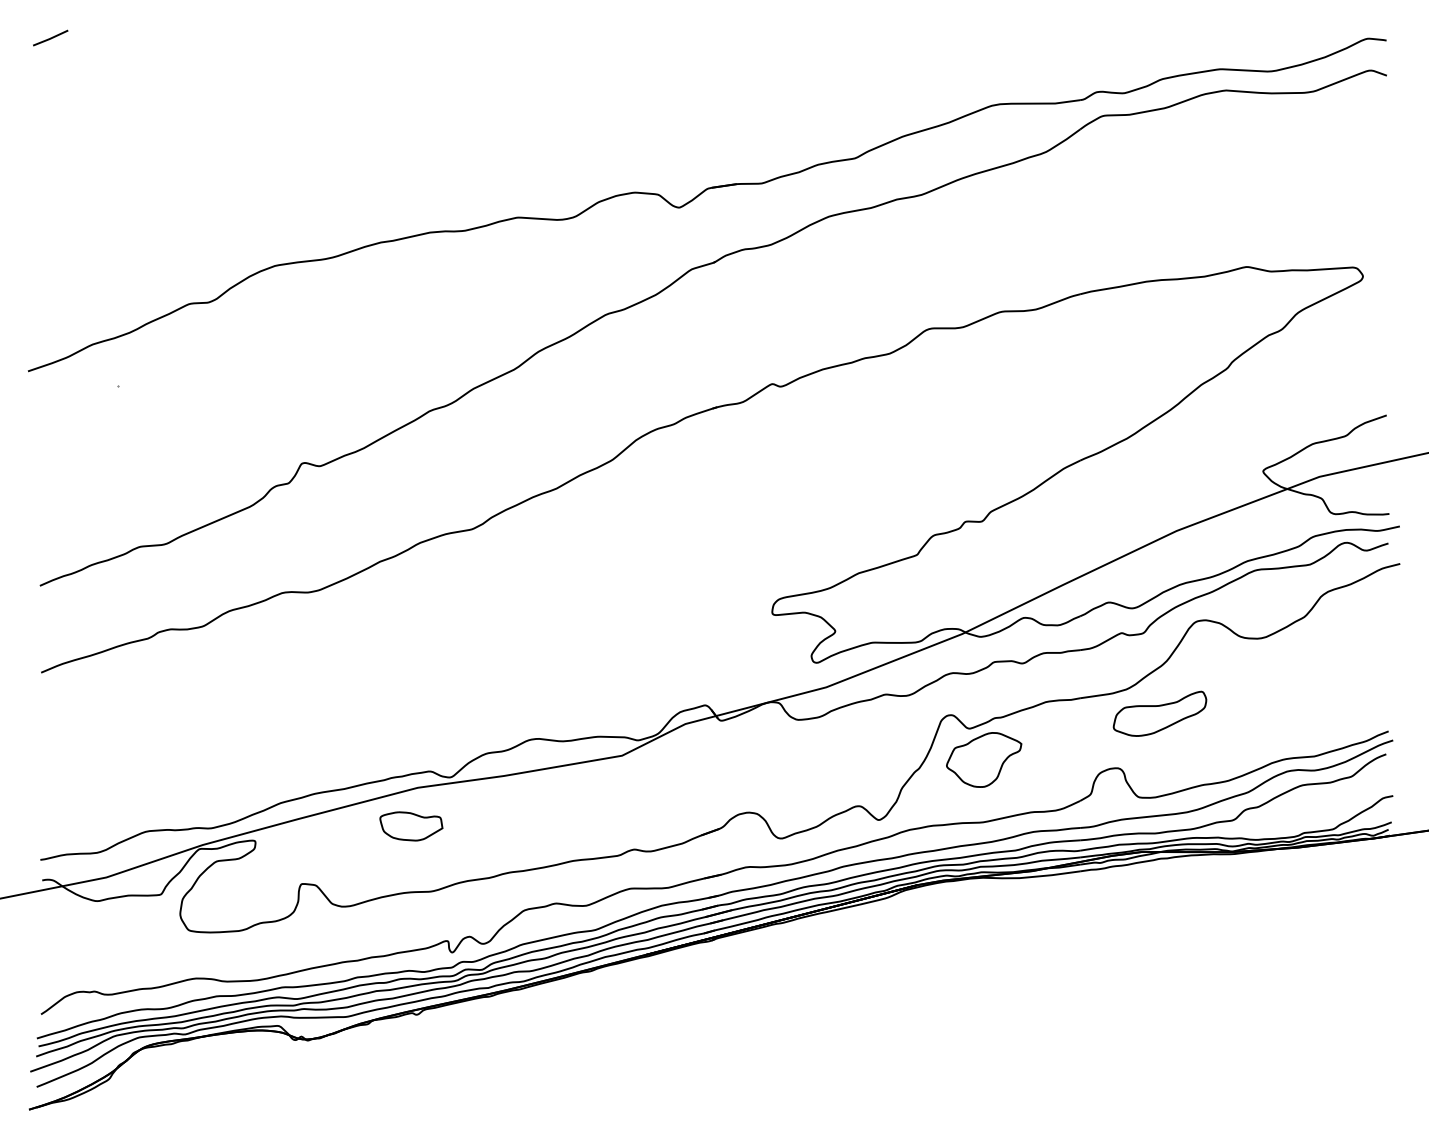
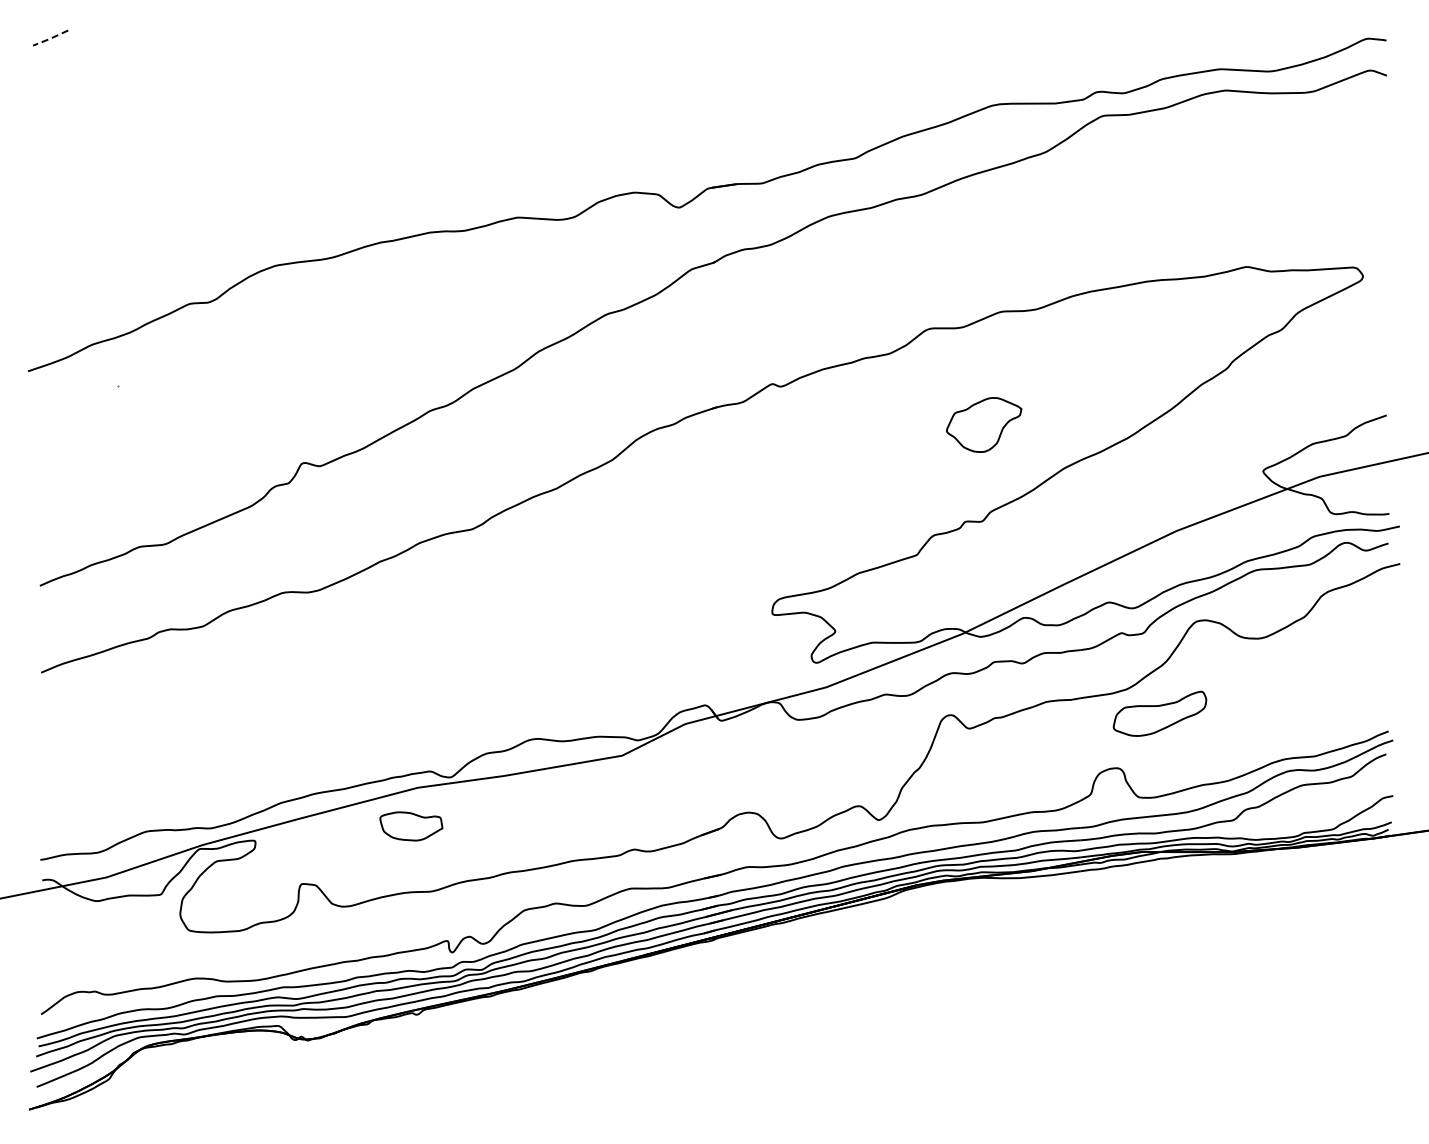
line at (50, 38): solid -> dashed
part at (984, 759) position: (984, 759) -> (984, 424)
